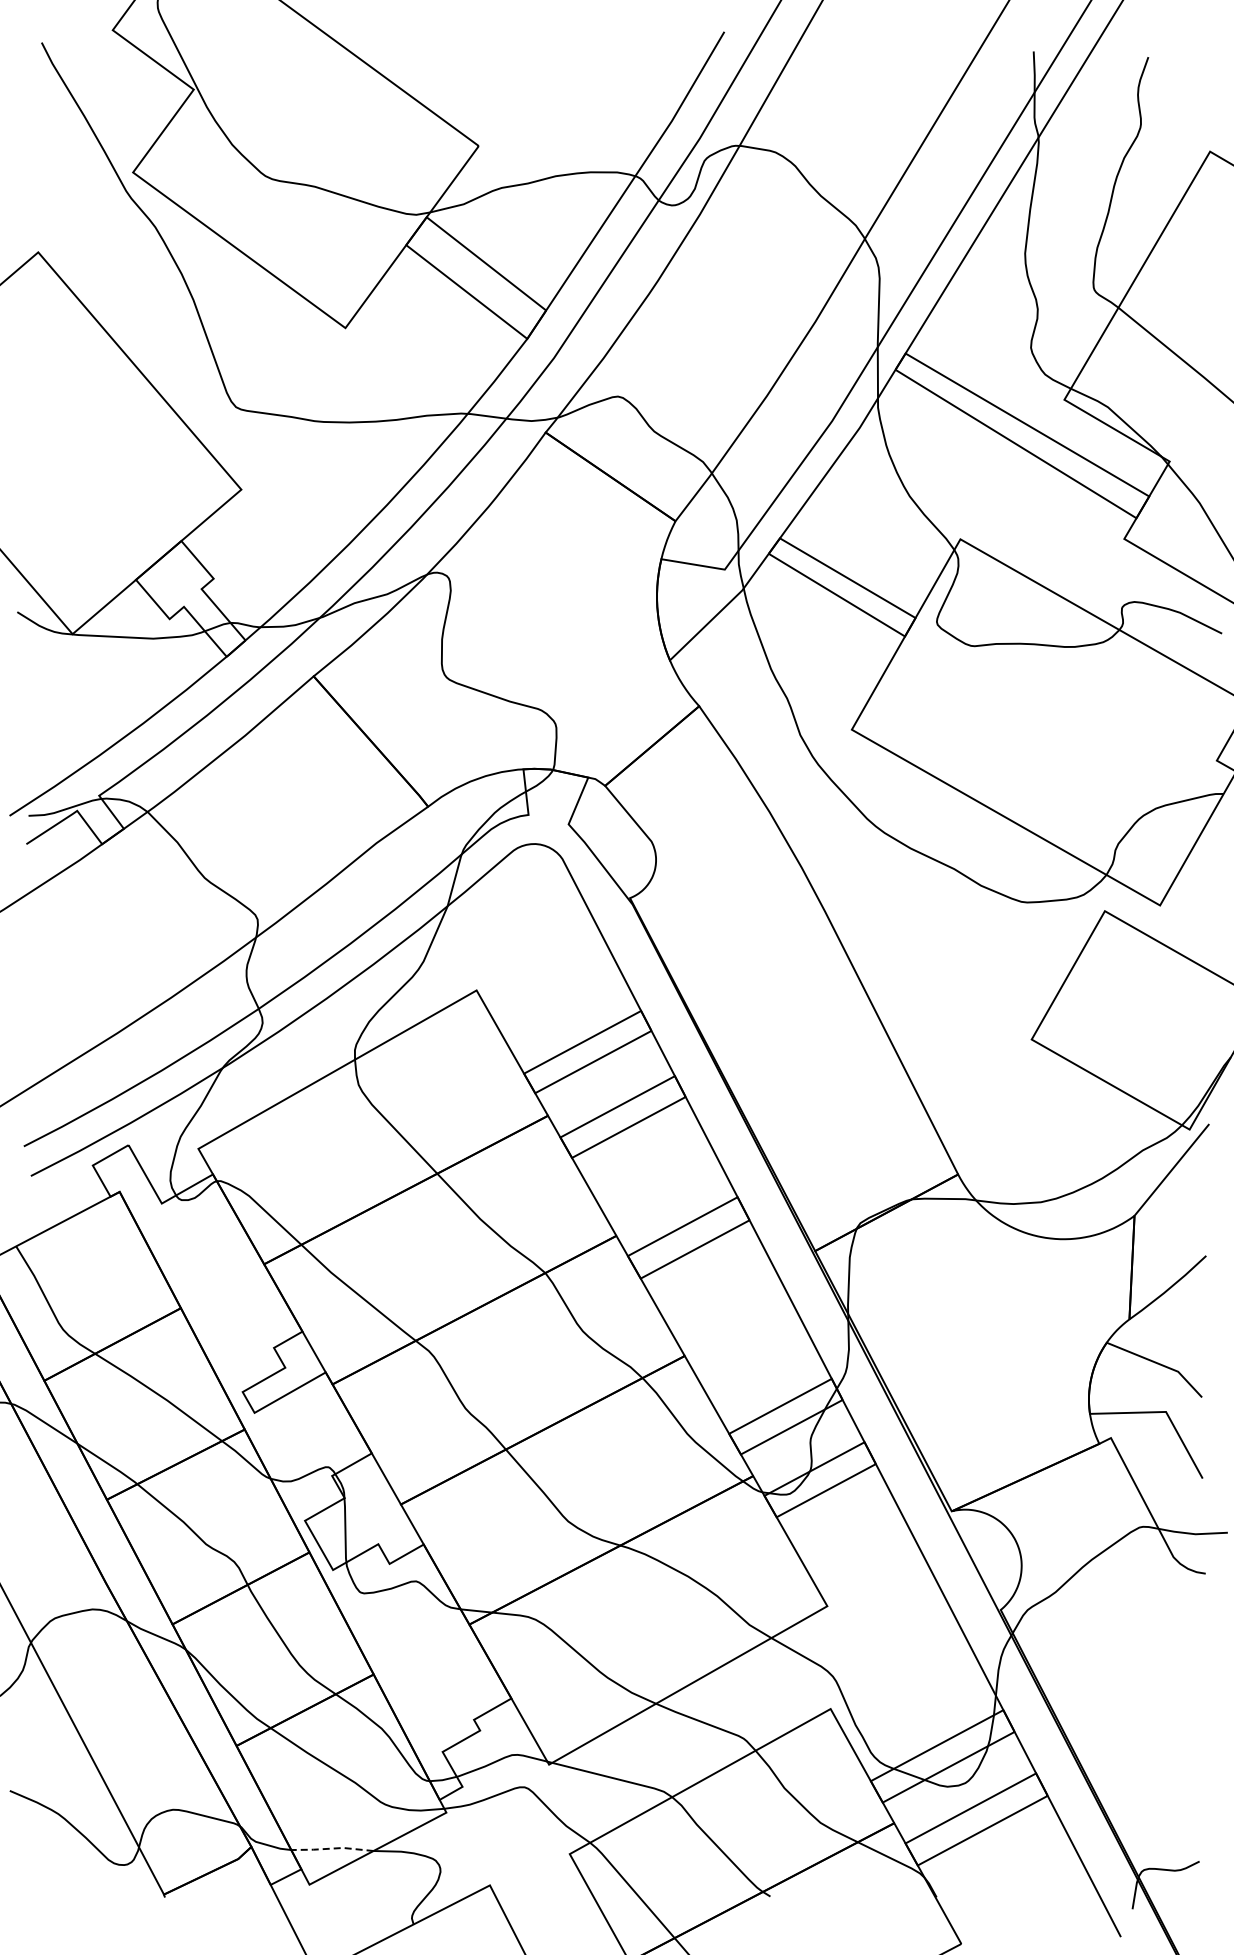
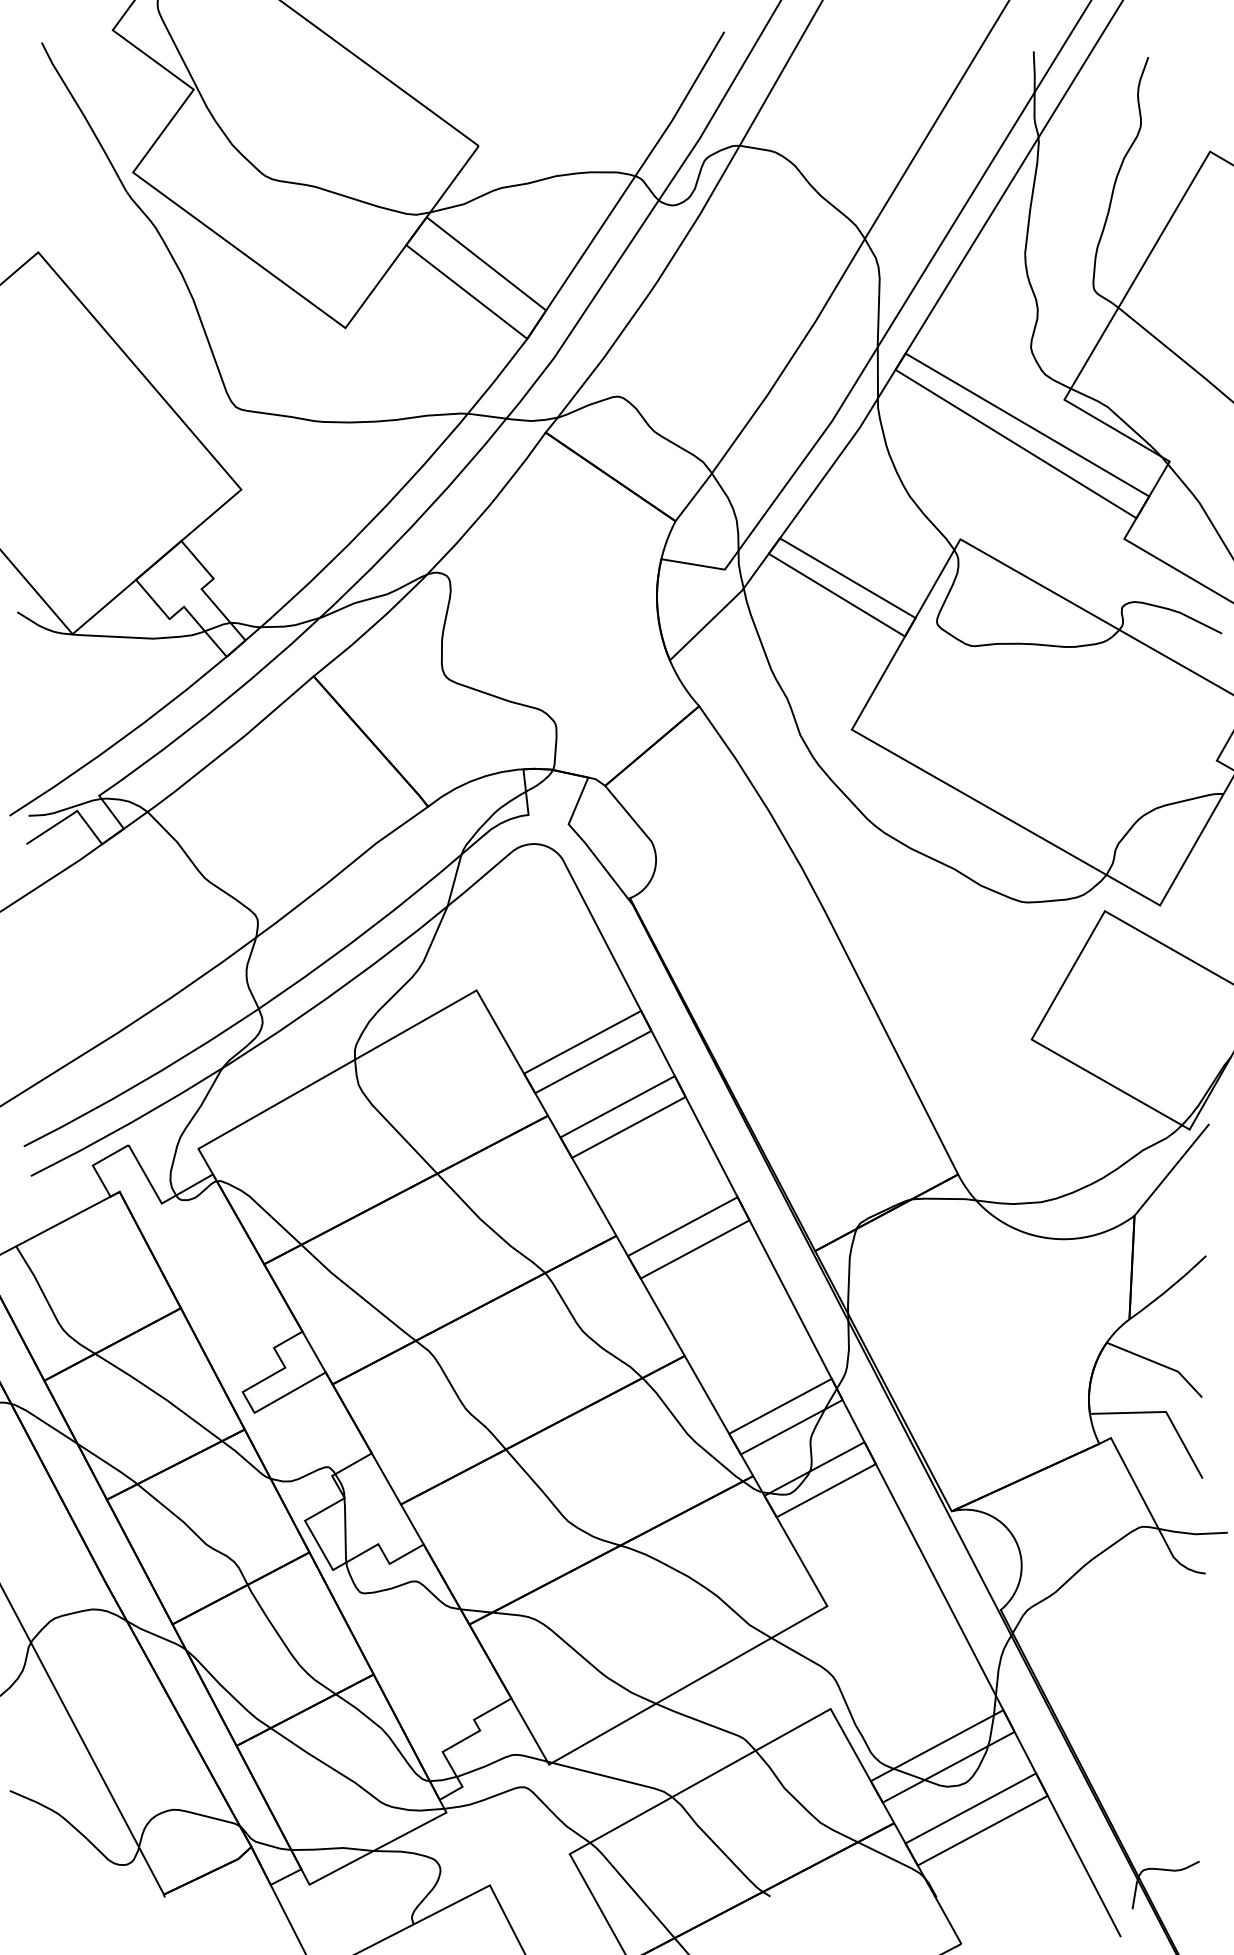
line at (332, 1848): dashed -> solid
